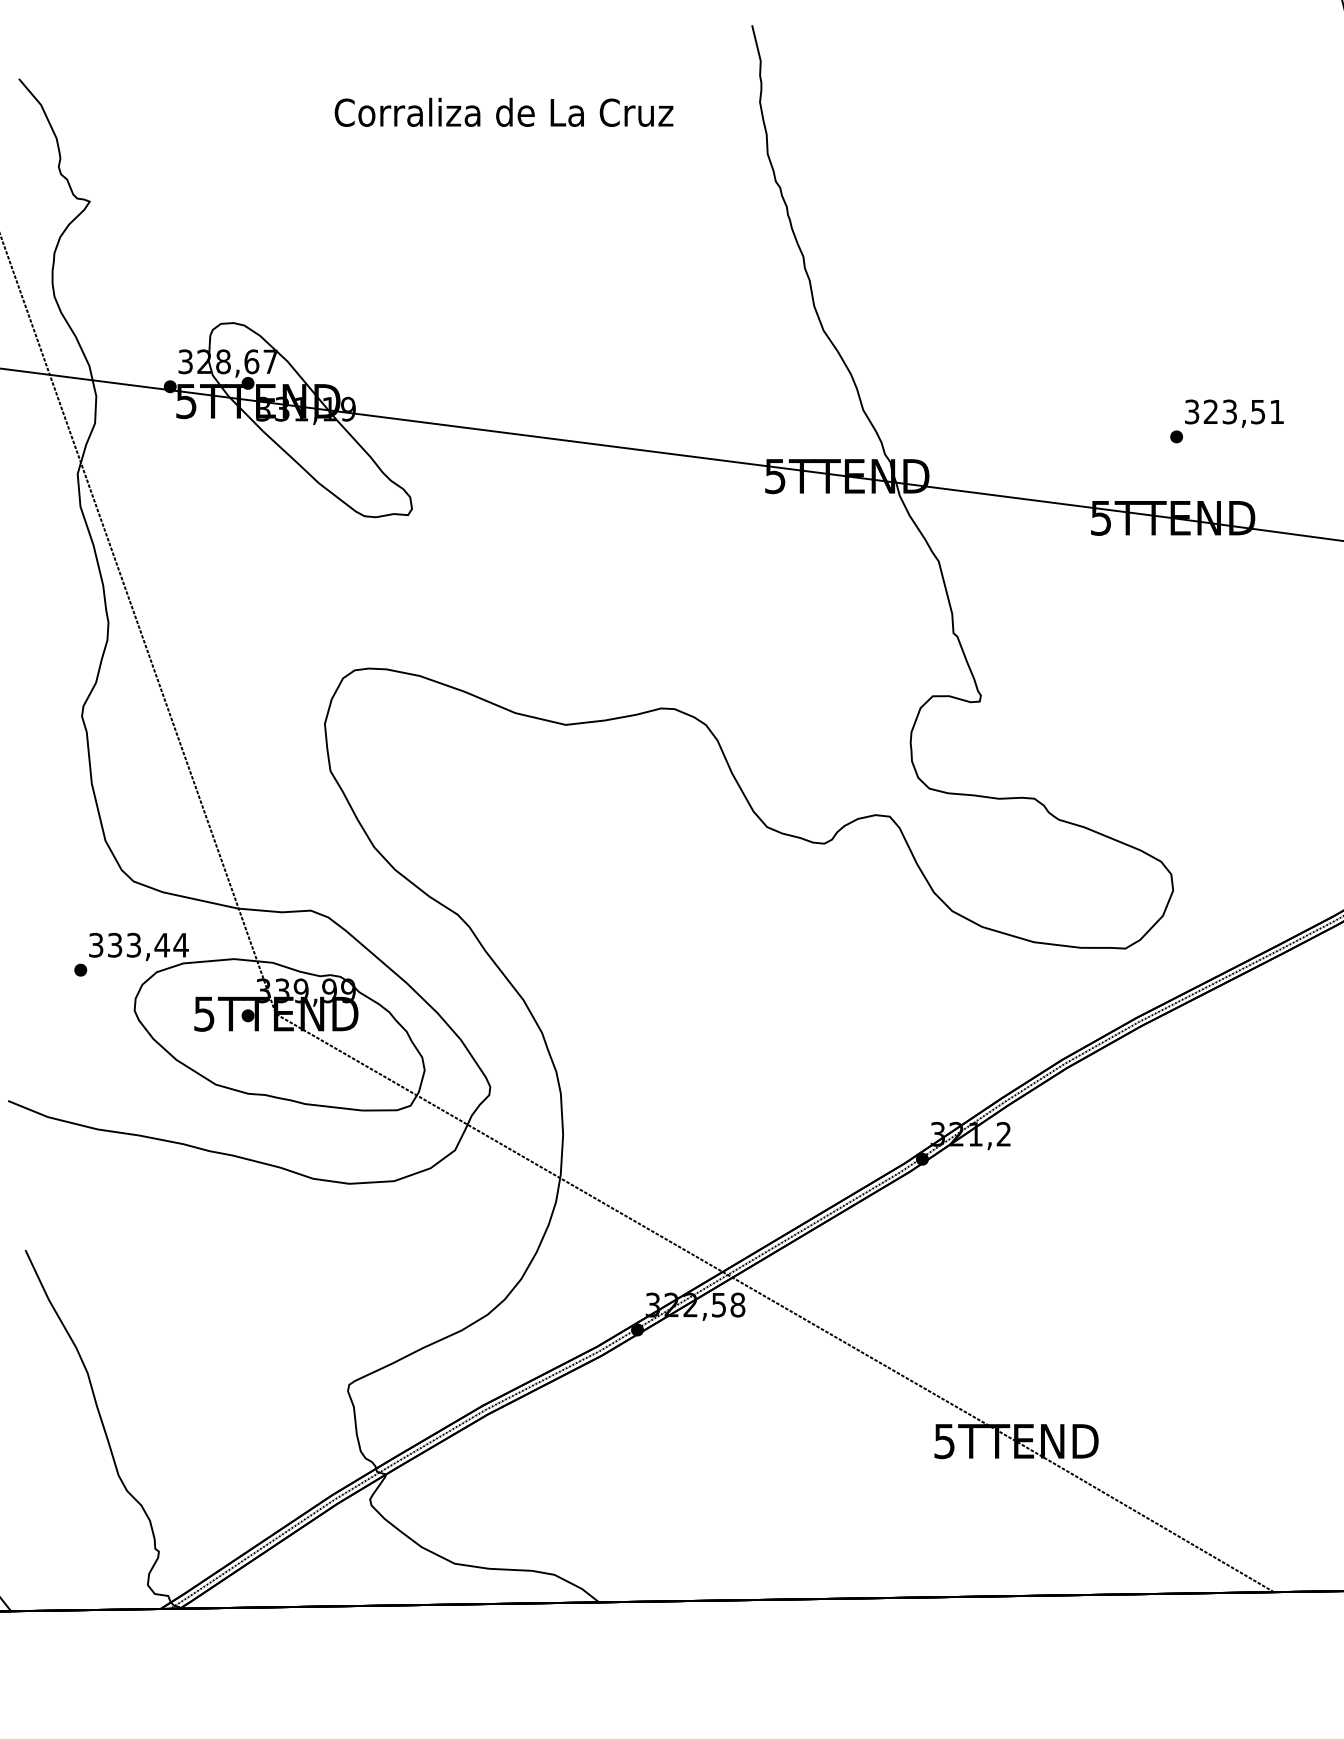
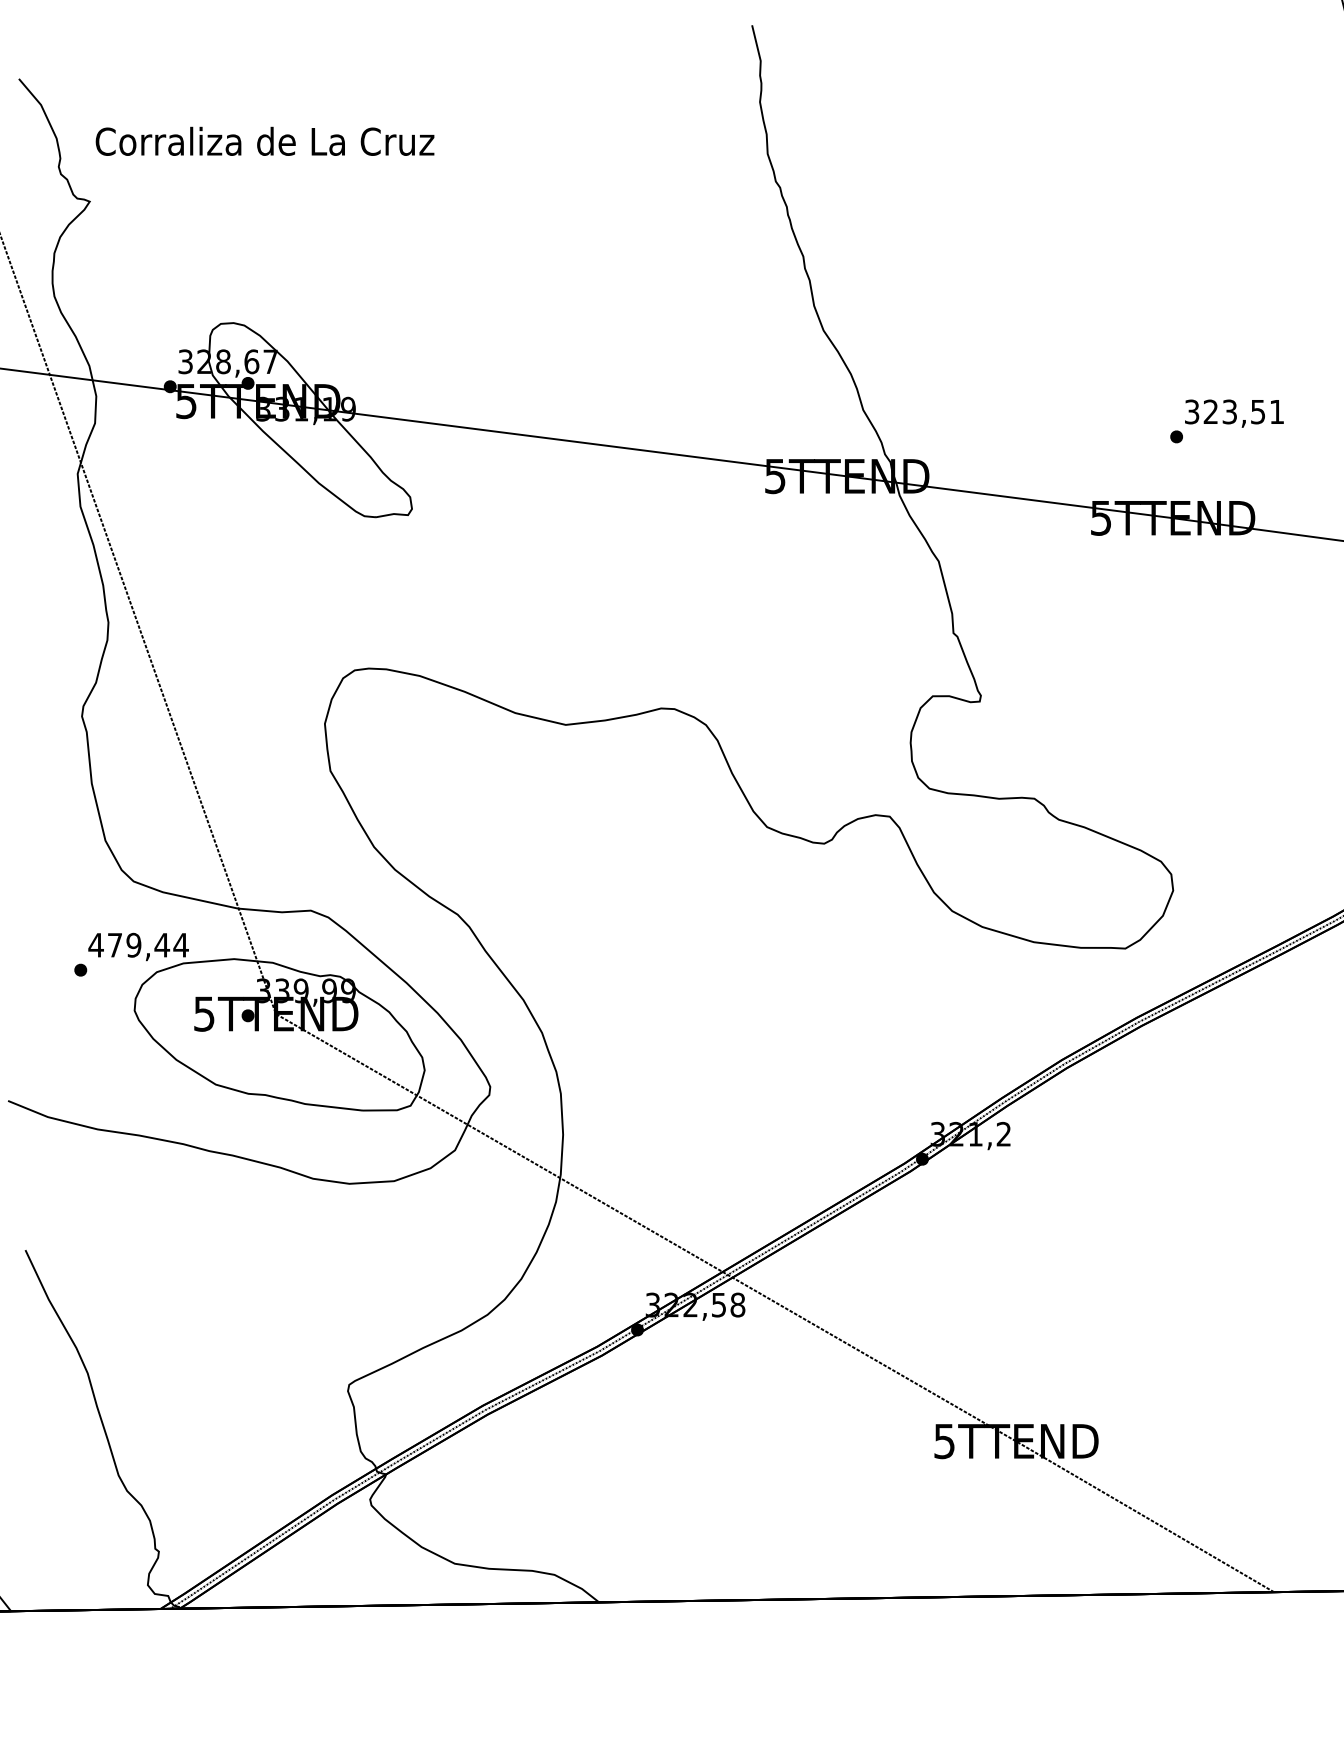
text at (503, 111) position: (503, 111) -> (264, 140)
text at (114, 944): 333,44 -> 479,44
